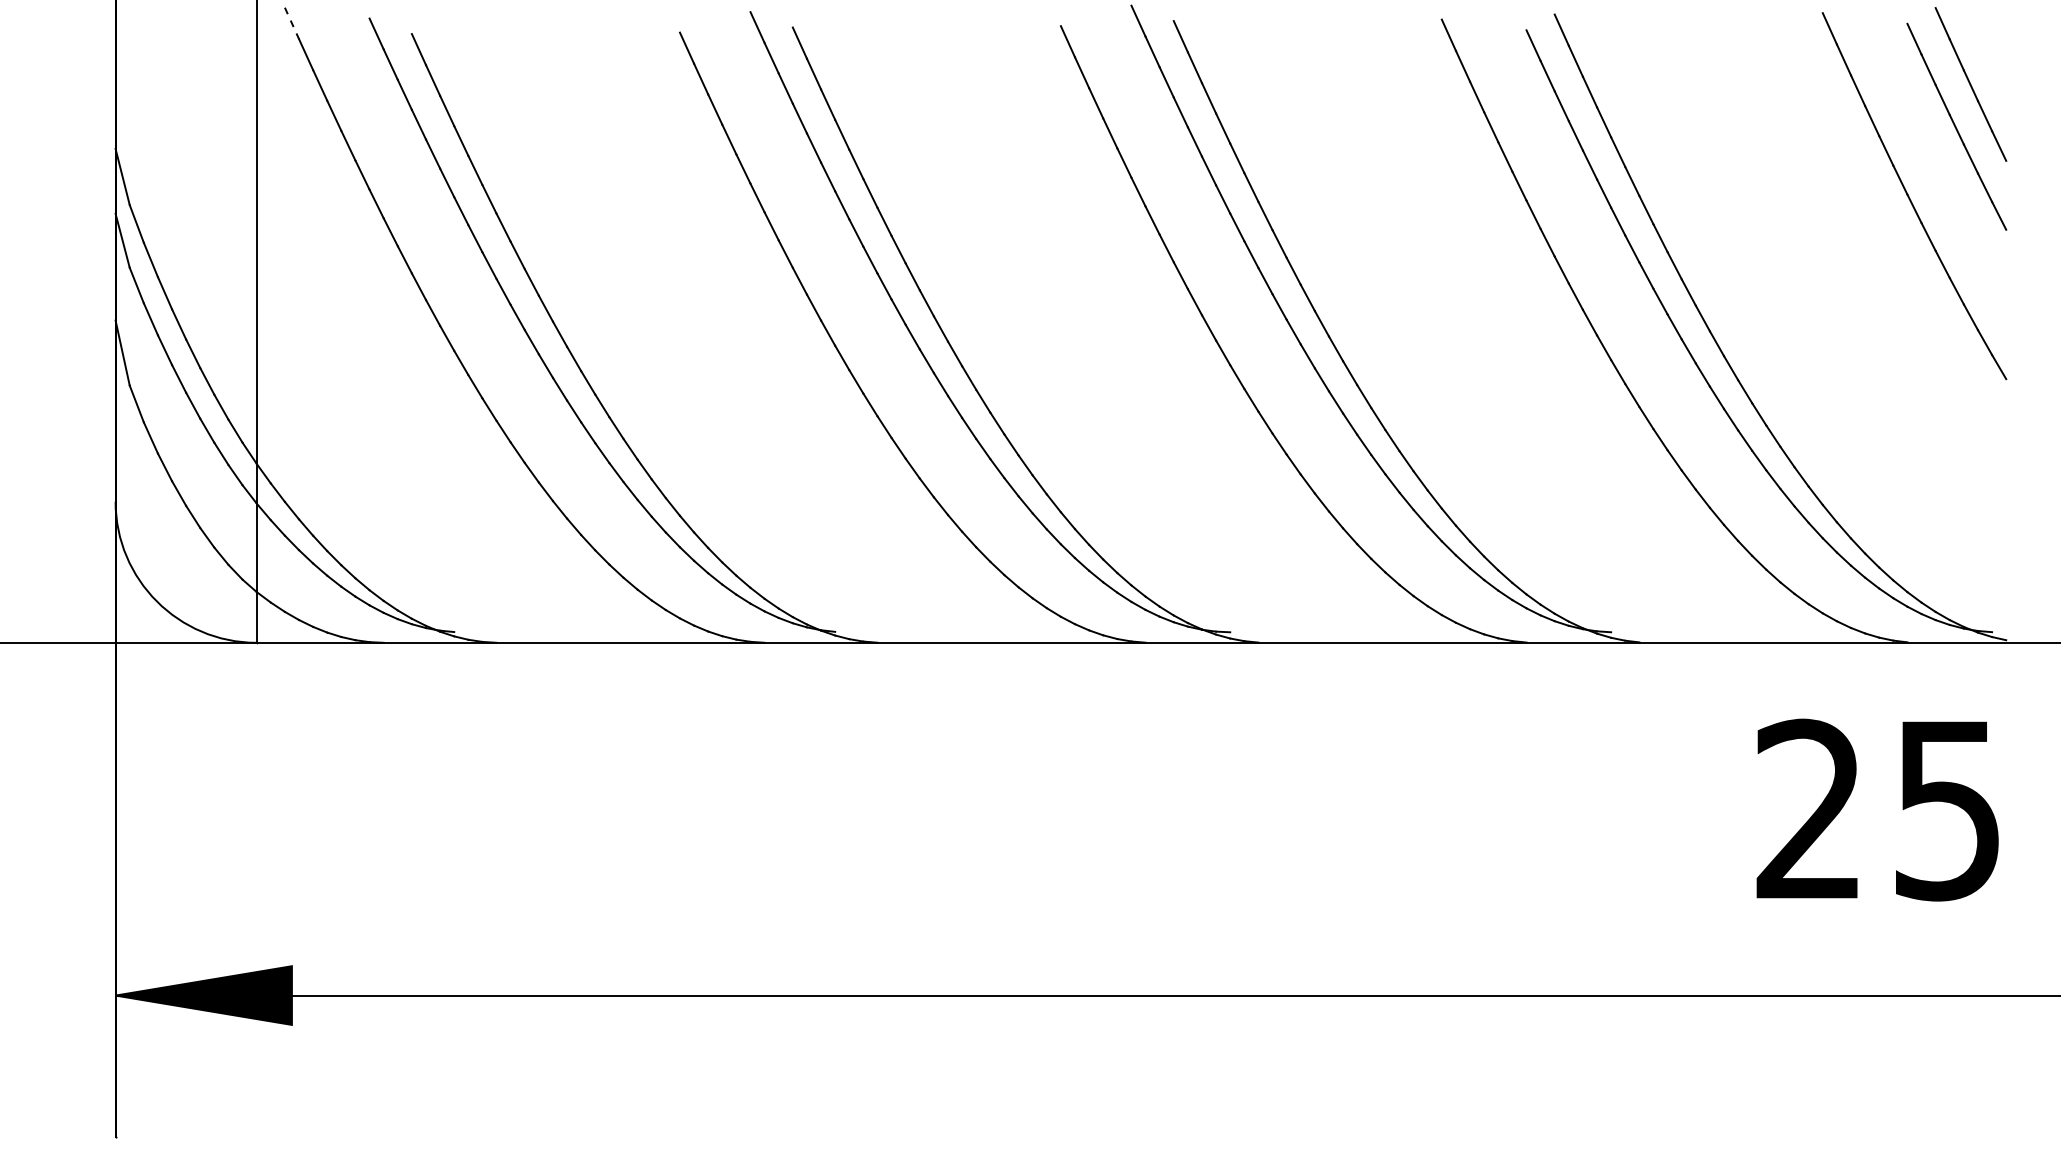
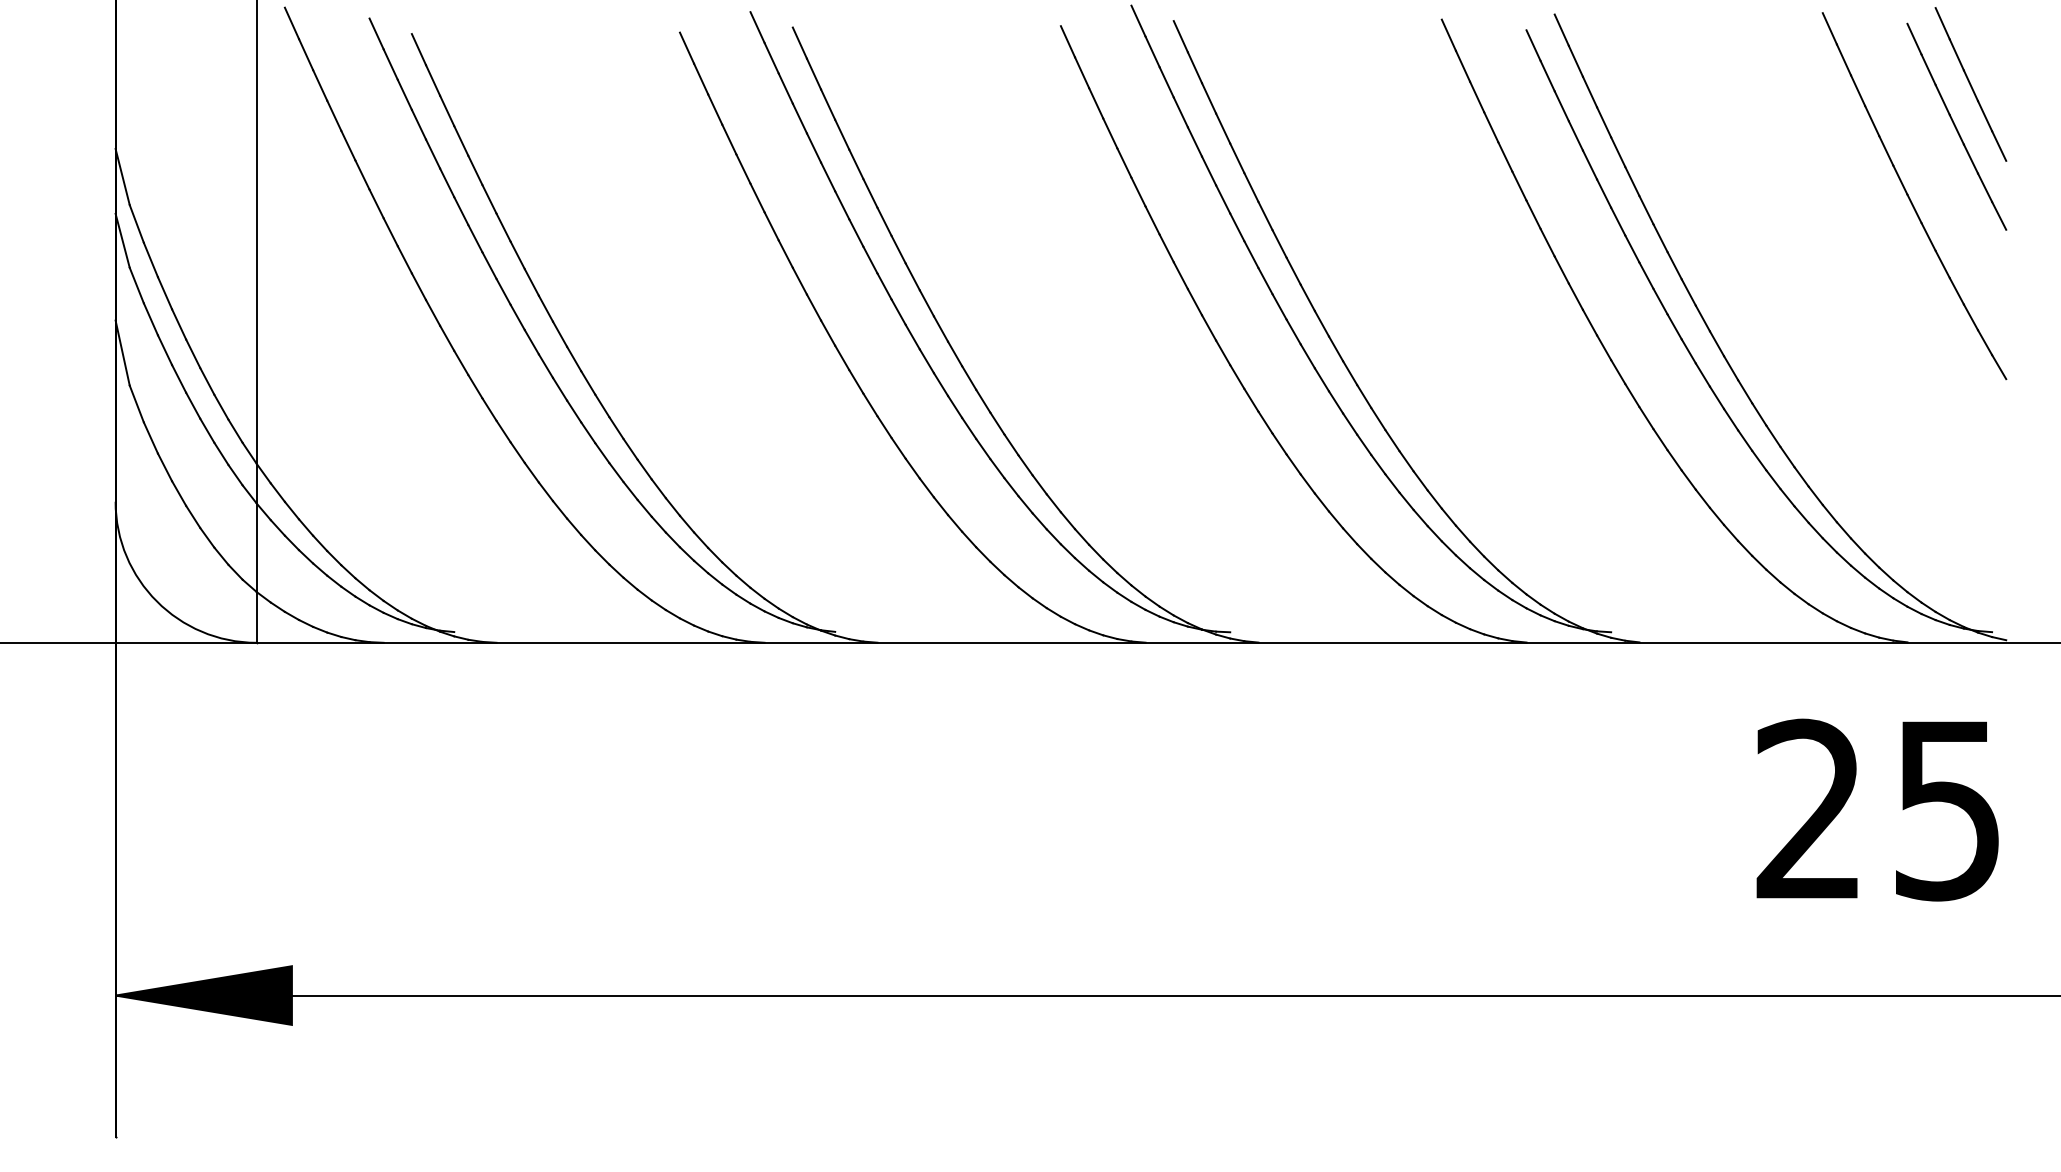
line at (292, 23): dashed -> solid
